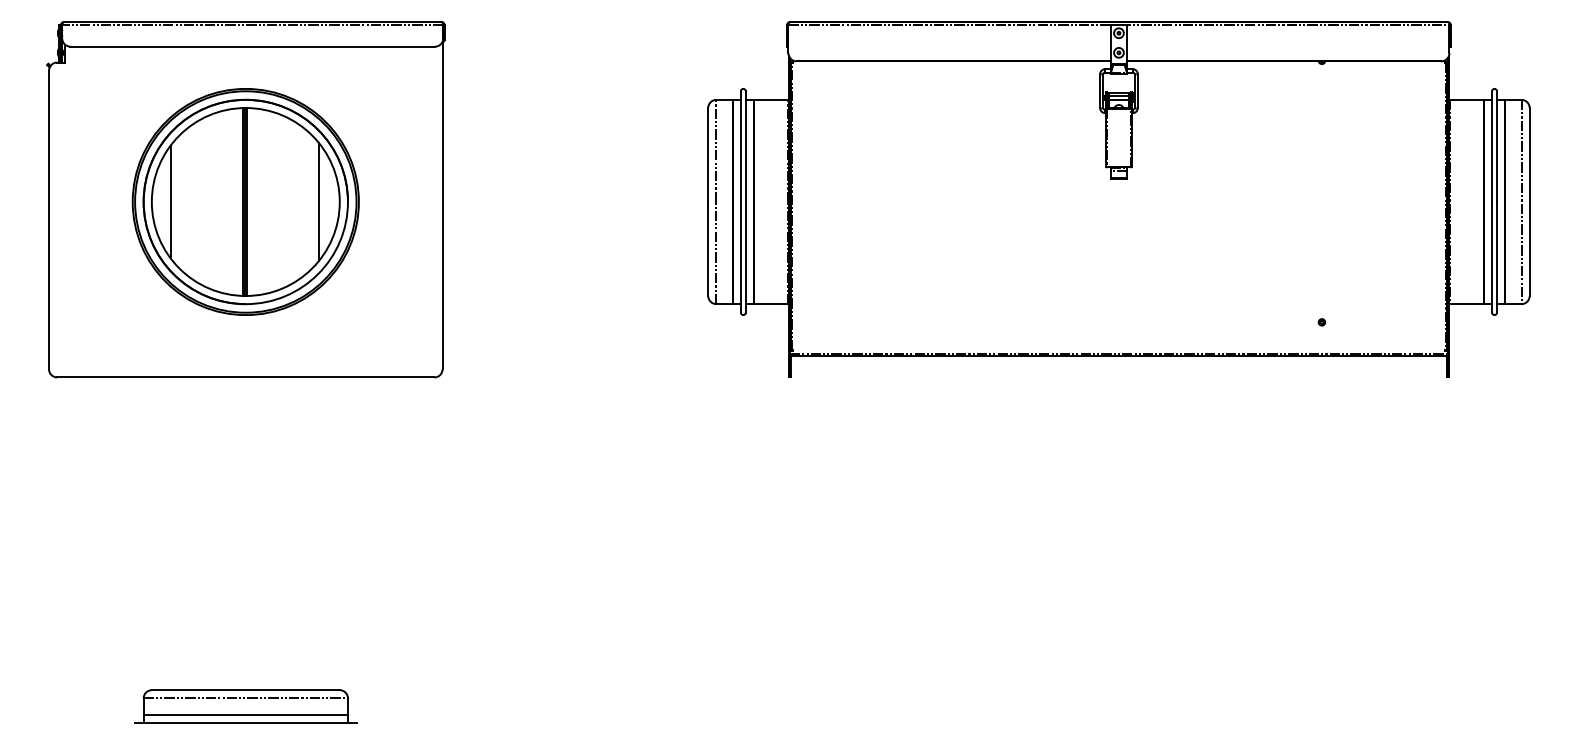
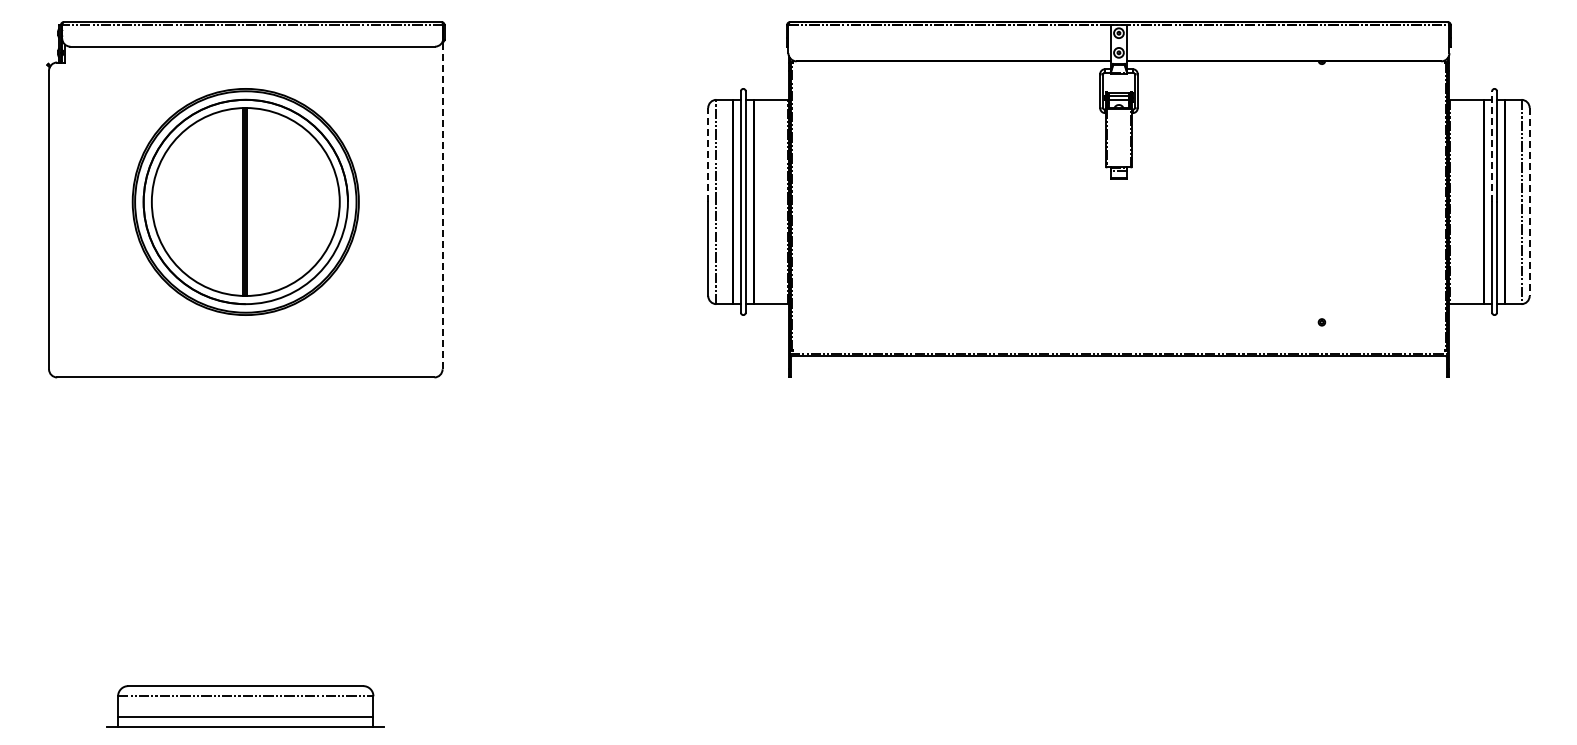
line at (1492, 146): solid -> dashed
line at (708, 155): solid -> dashed
line at (170, 201): present -> none
line at (319, 201): present -> none
line at (1529, 202): solid -> dashed
line at (442, 205): solid -> dashed
part at (245, 706) size: 224x35 px -> 279x43 px
